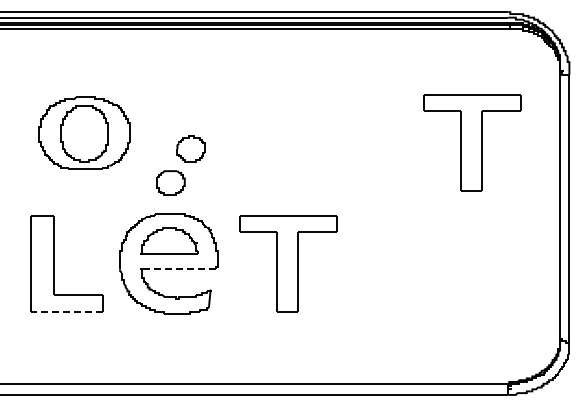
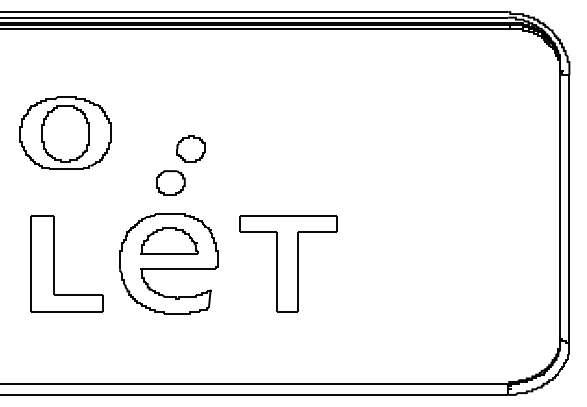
part at (84, 132) position: (84, 132) -> (65, 132)
part at (472, 142): present -> none
line at (178, 269): dashed -> solid
line at (66, 311): dashed -> solid
